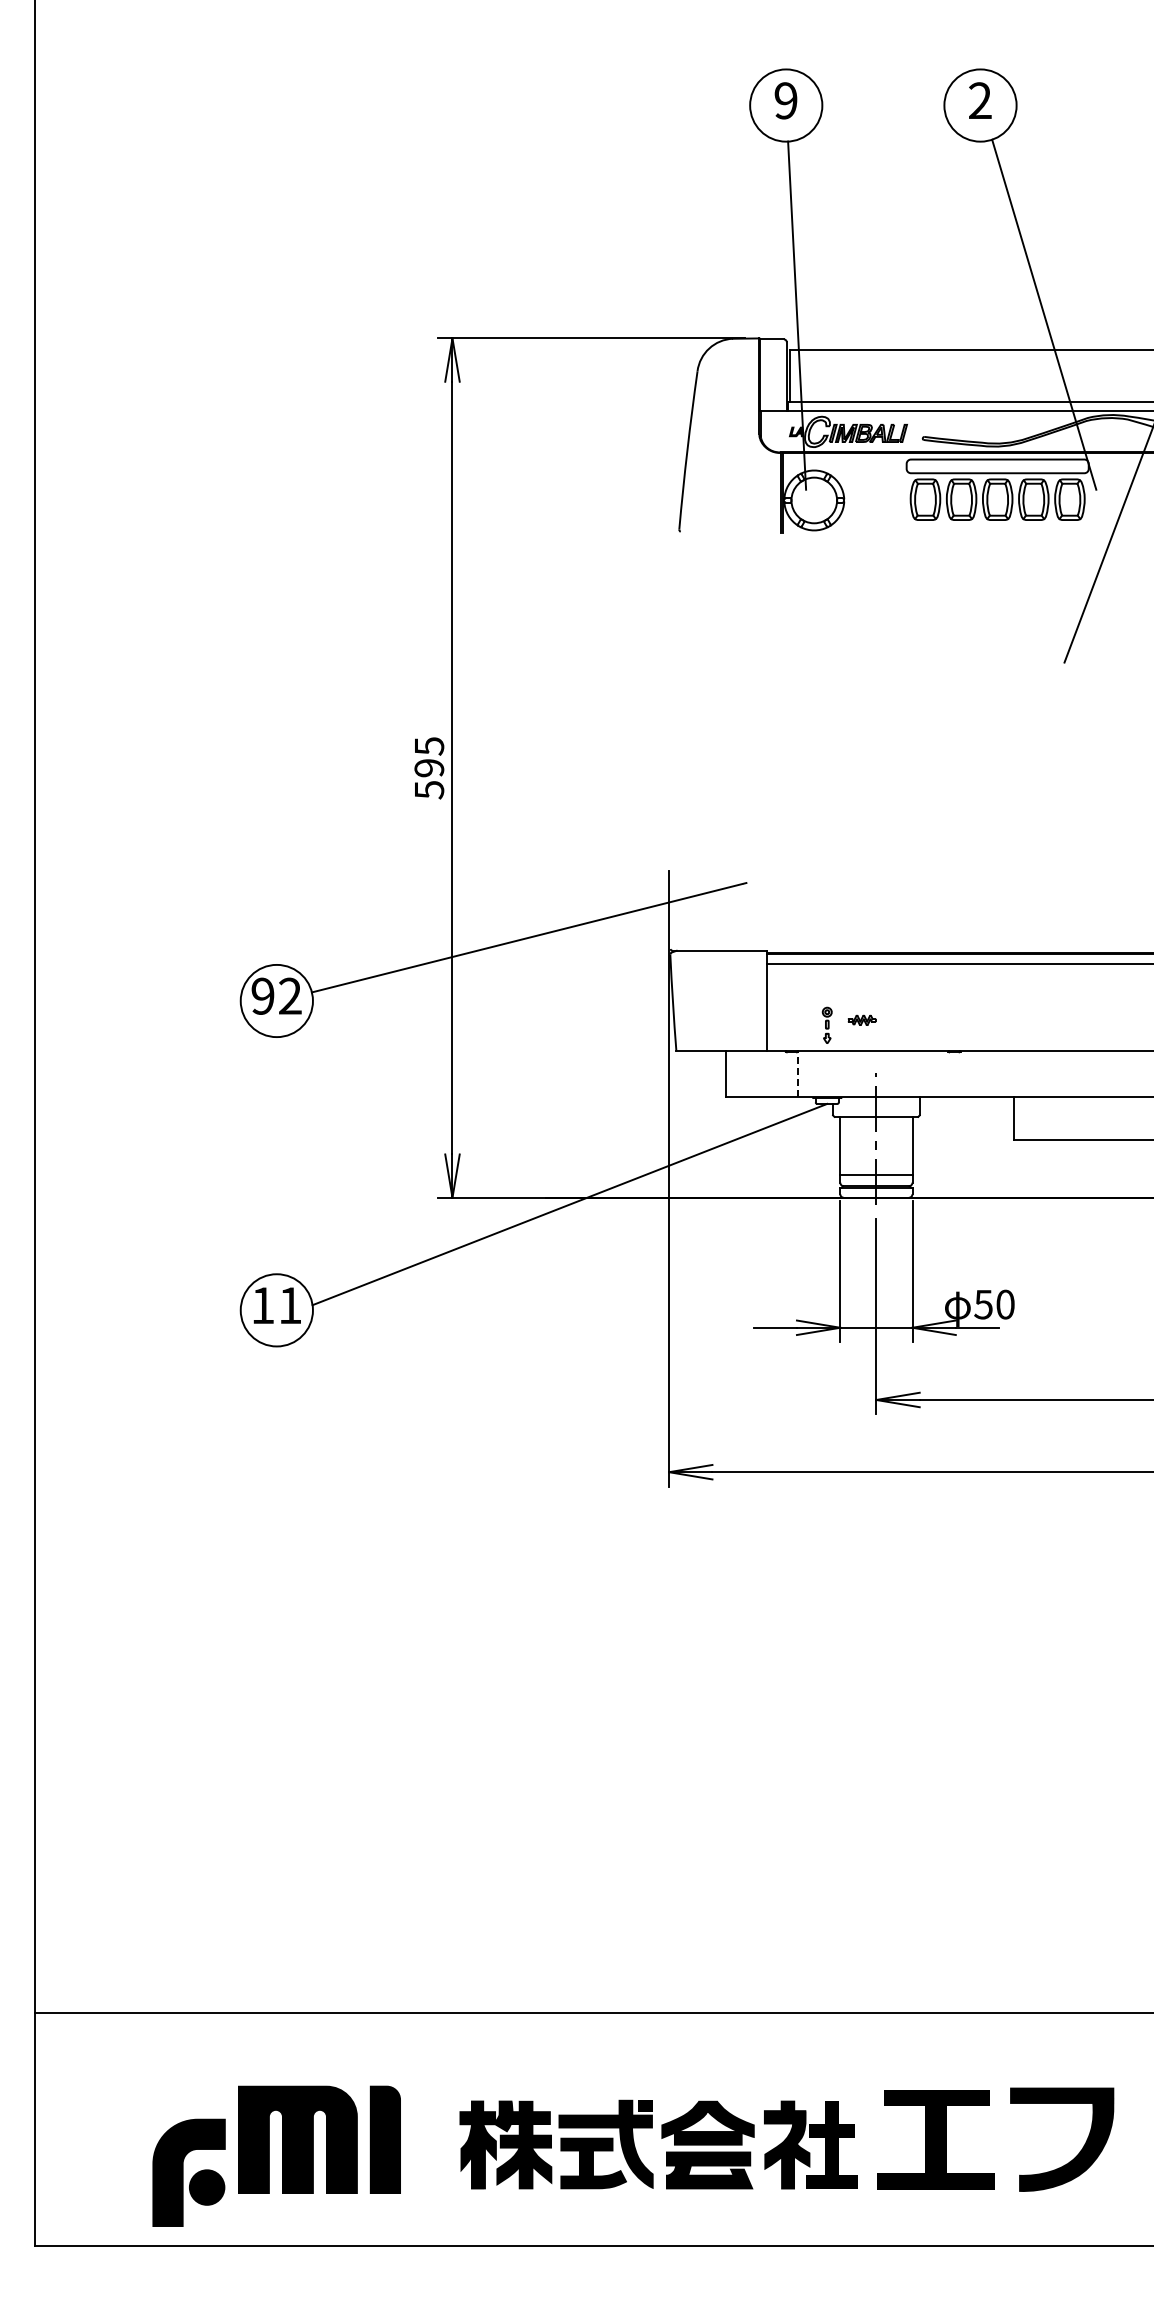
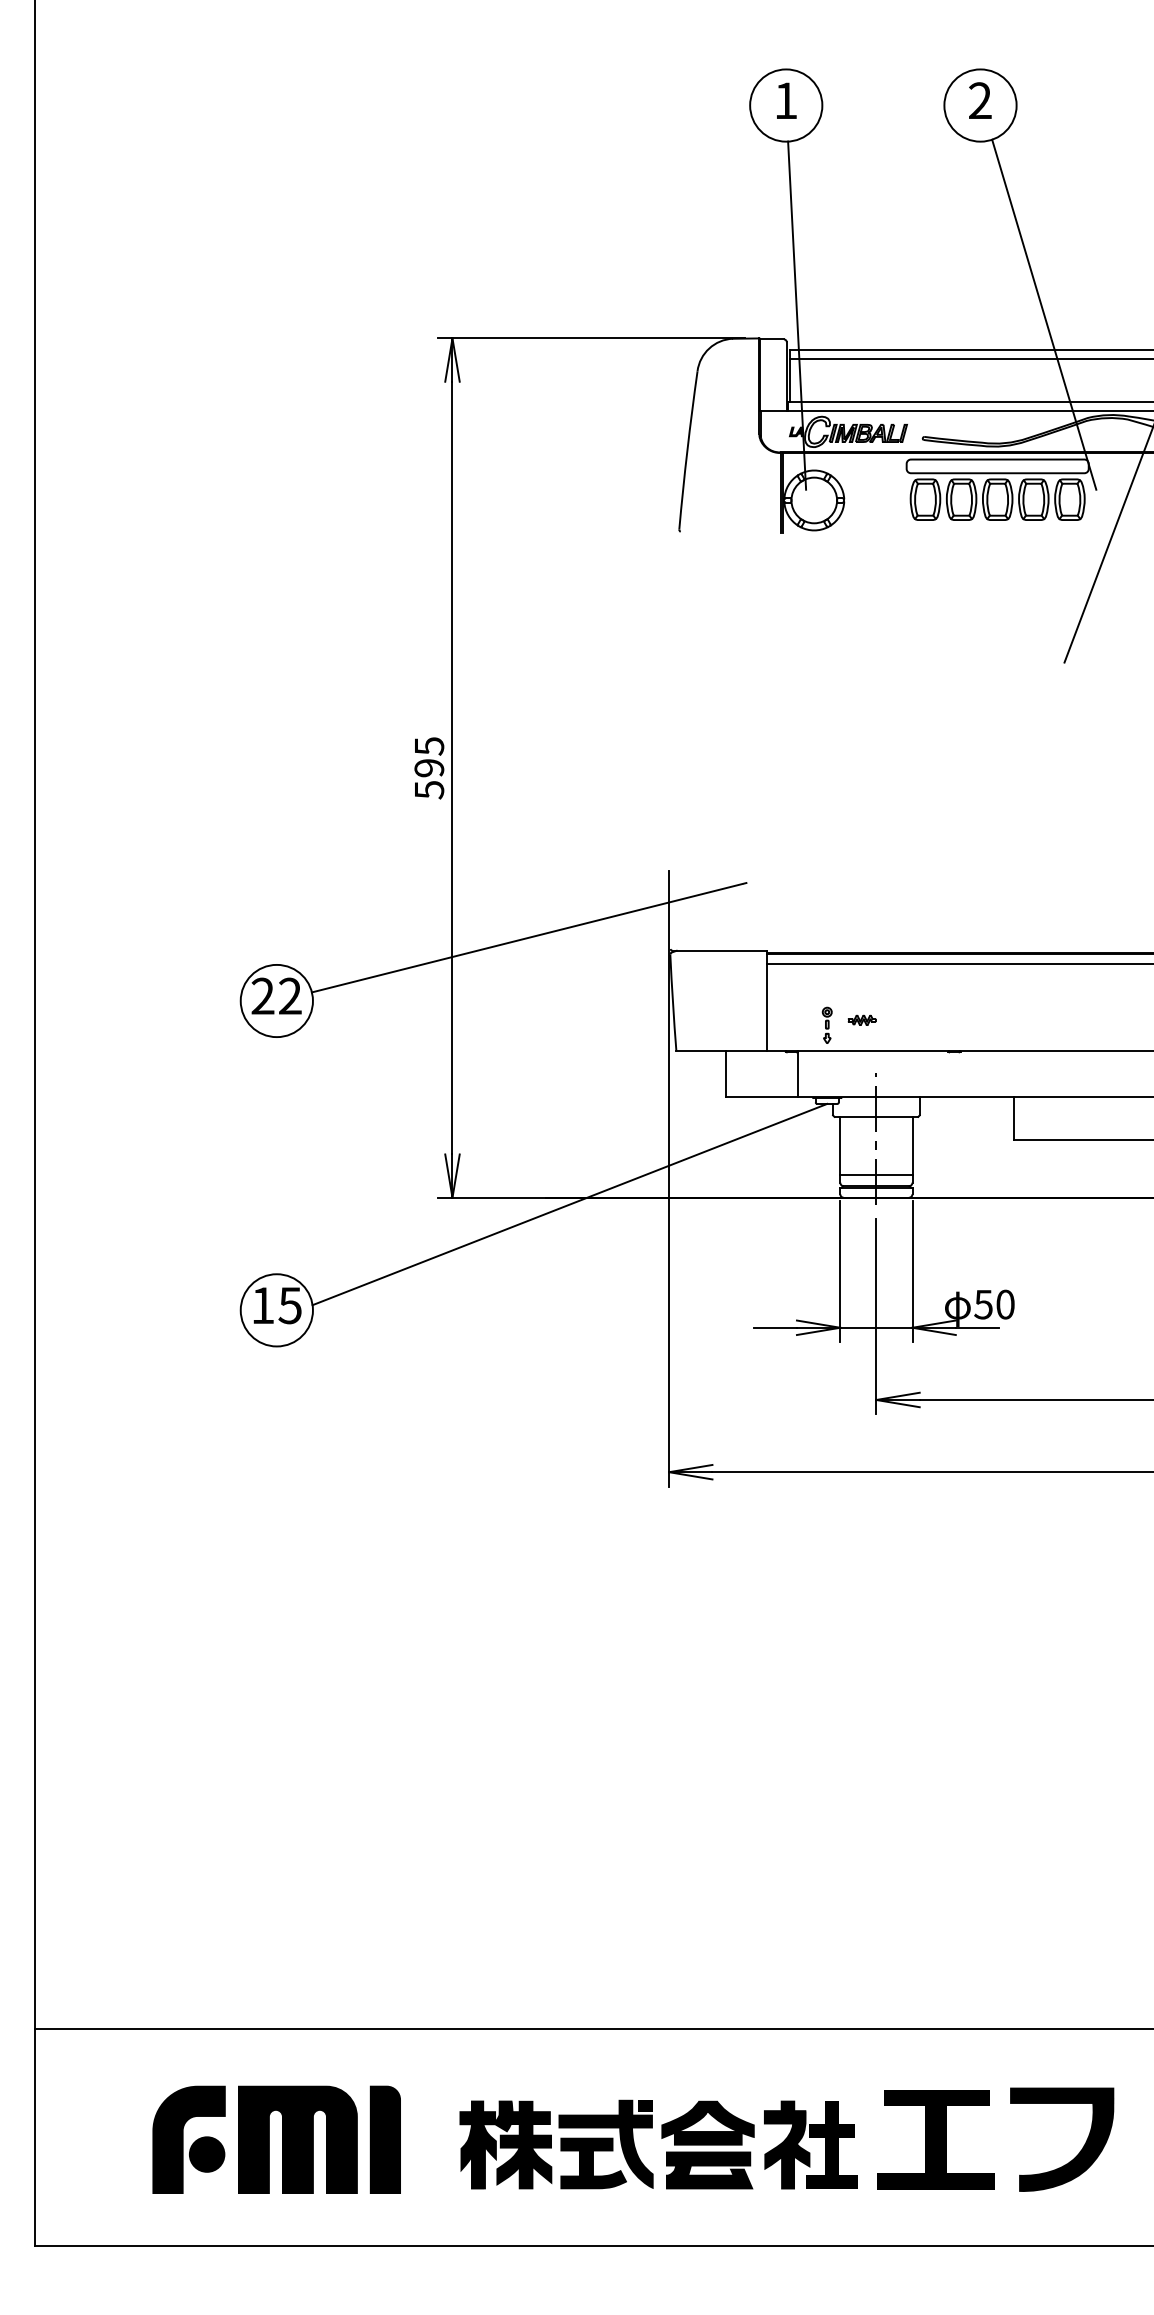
text at (785, 100): 9 -> 1
line at (969, 358): none -> present
text at (262, 996): 92 -> 22
line at (798, 1074): dashed -> solid
text at (289, 1305): 11 -> 15
line at (592, 2012) position: (592, 2012) -> (592, 2028)
part at (188, 2172) position: (188, 2172) -> (188, 2139)
